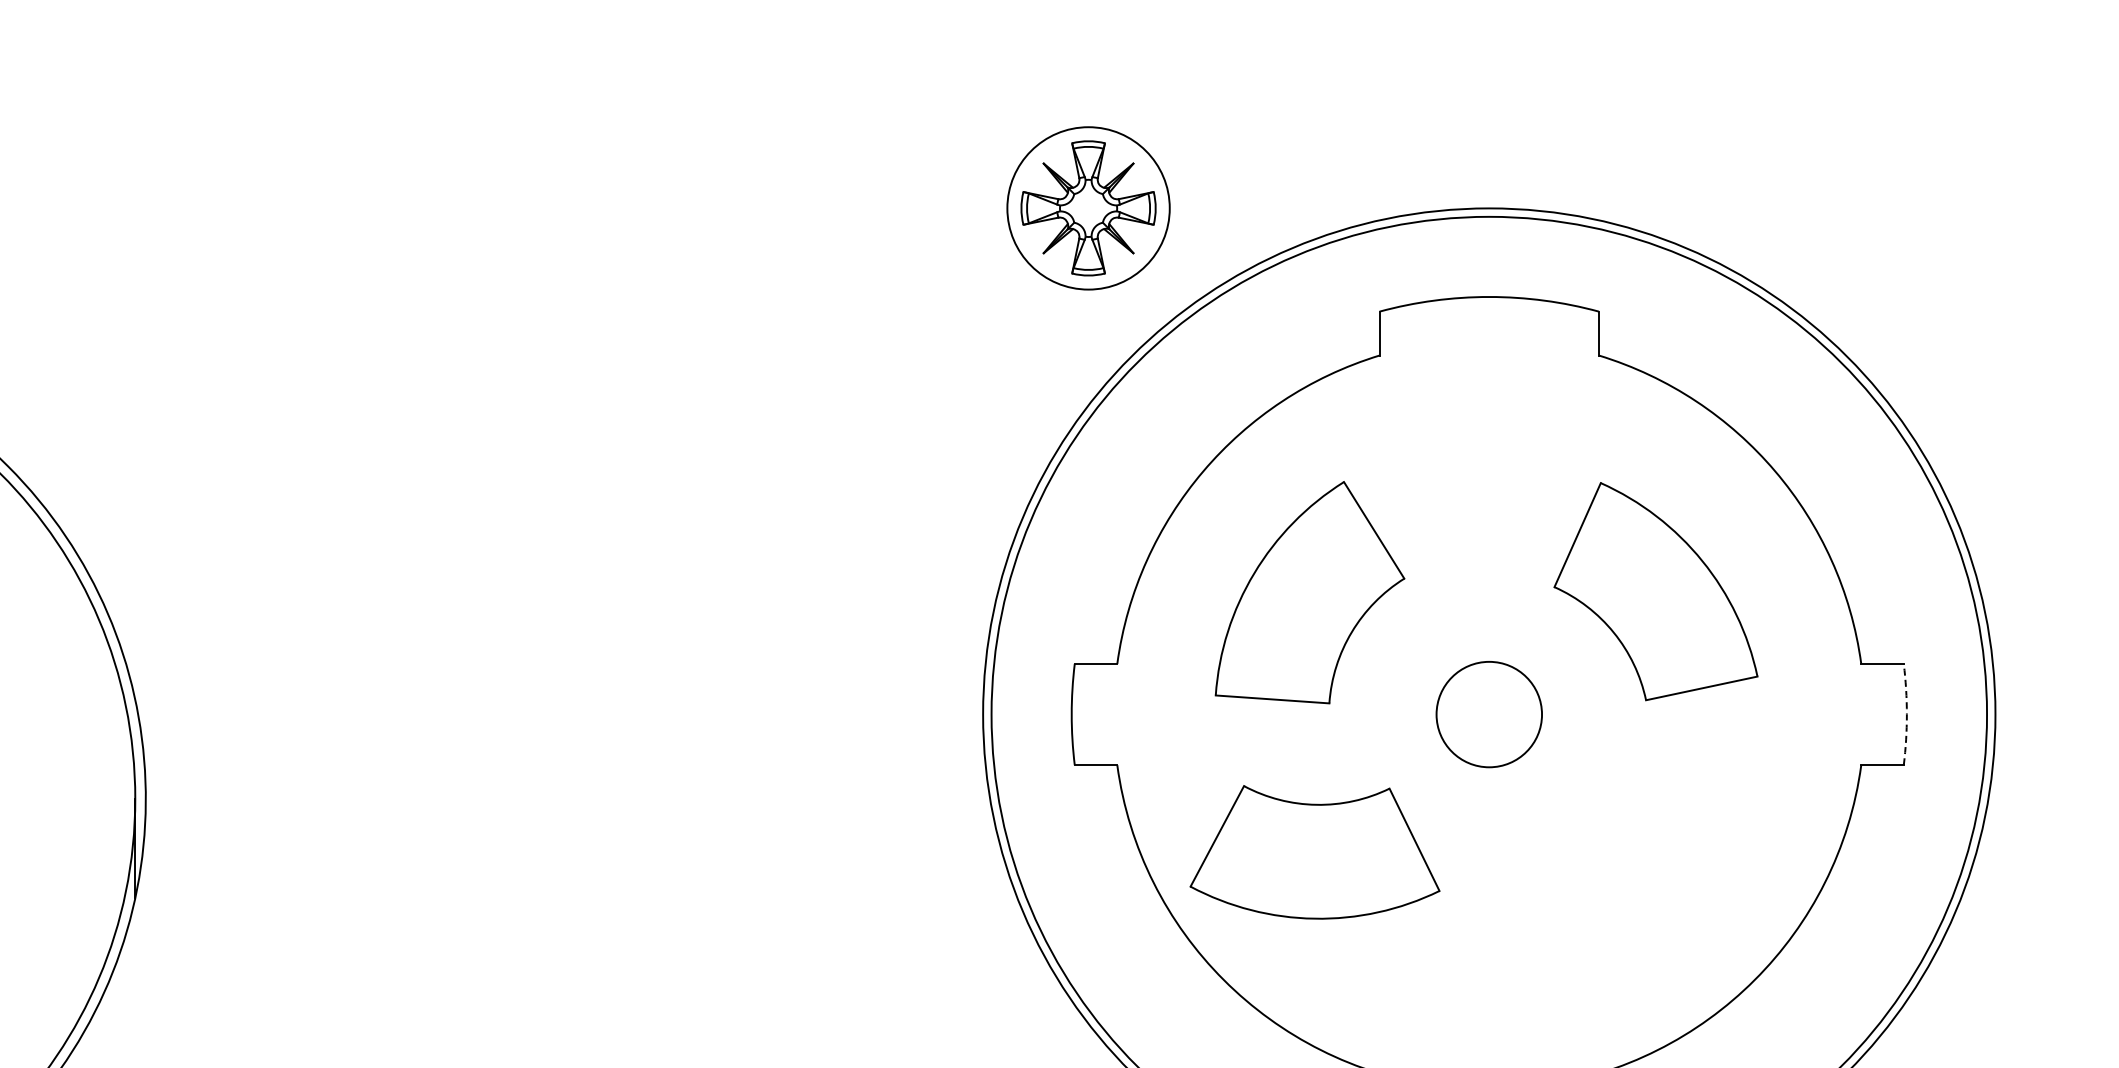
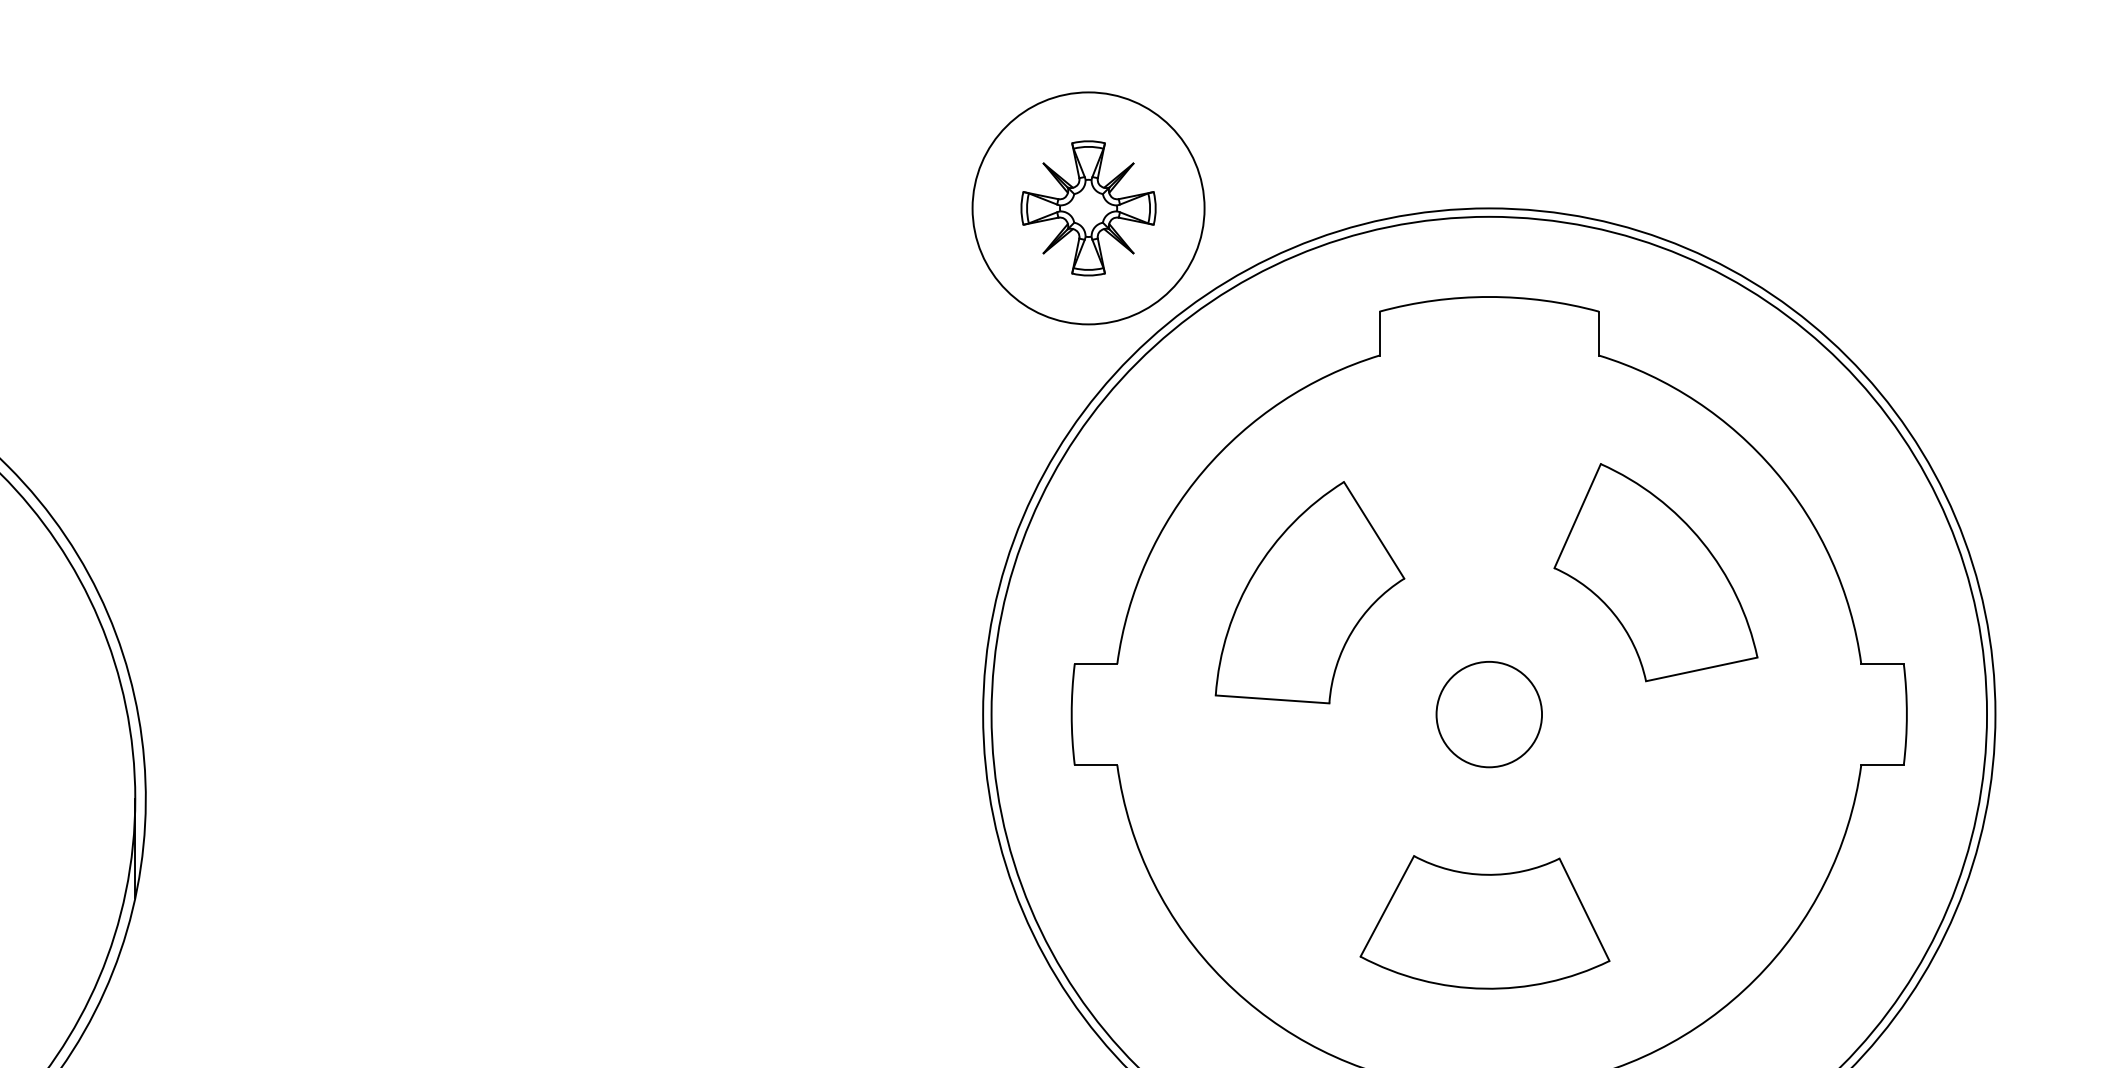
circle at (1088, 208) diameter: 162 px -> 232 px
part at (1655, 591) position: (1655, 591) -> (1655, 572)
arc at (1906, 714): dashed -> solid
part at (1314, 852) position: (1314, 852) -> (1484, 922)
